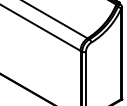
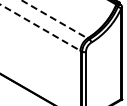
line at (54, 19): solid -> dashed
line at (40, 27): solid -> dashed
